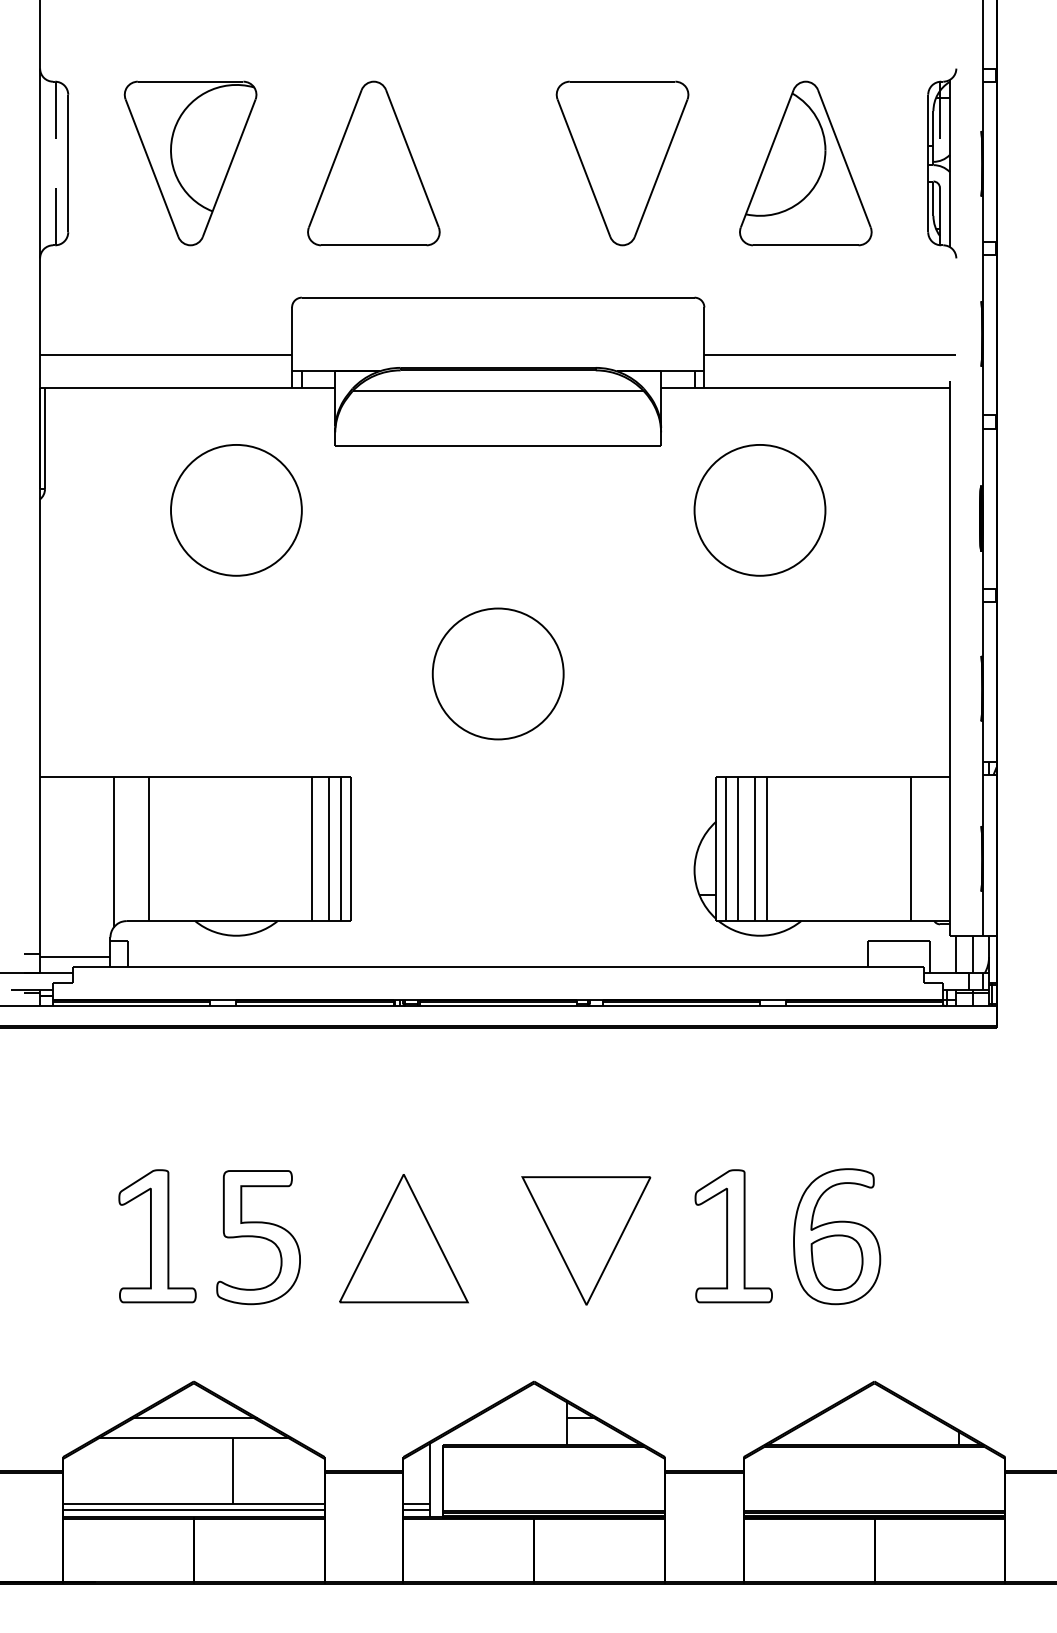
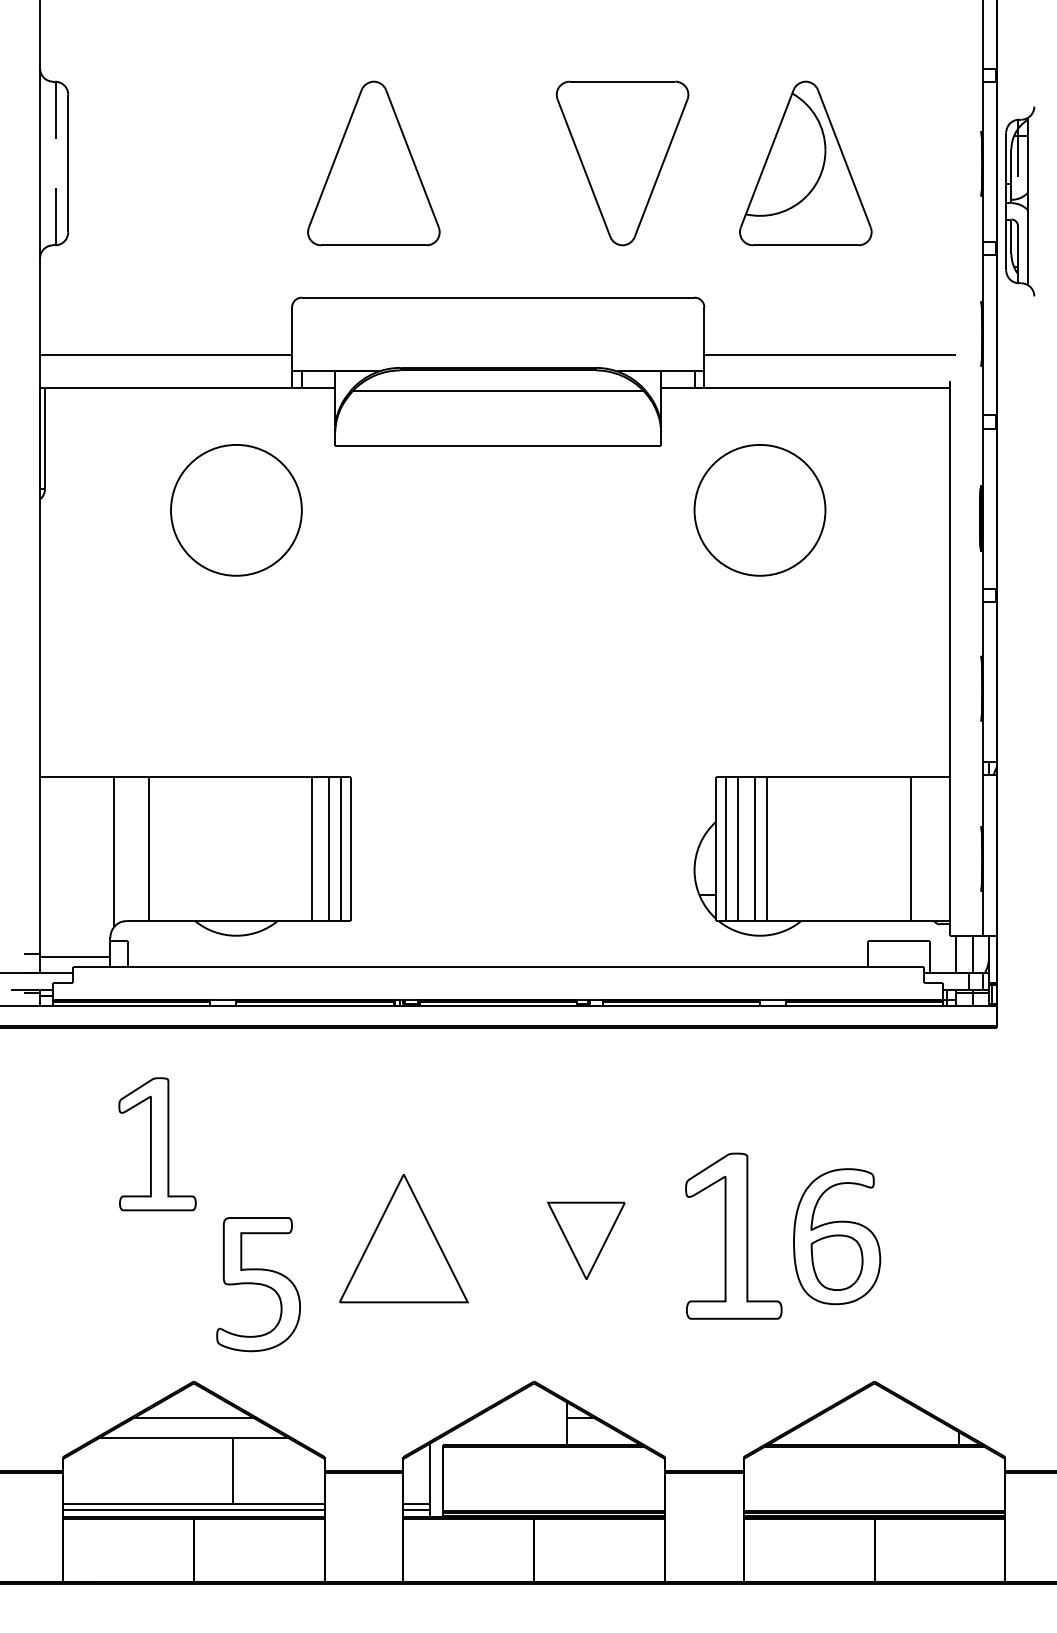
part at (190, 163): present -> none
part at (942, 163) position: (942, 163) -> (1020, 201)
part at (497, 673): present -> none
part at (157, 1236) position: (157, 1236) -> (157, 1144)
part at (733, 1236) size: 79x135 px -> 98x168 px
part at (258, 1237) position: (258, 1237) -> (258, 1284)
part at (586, 1240) size: 131x130 px -> 79x79 px
